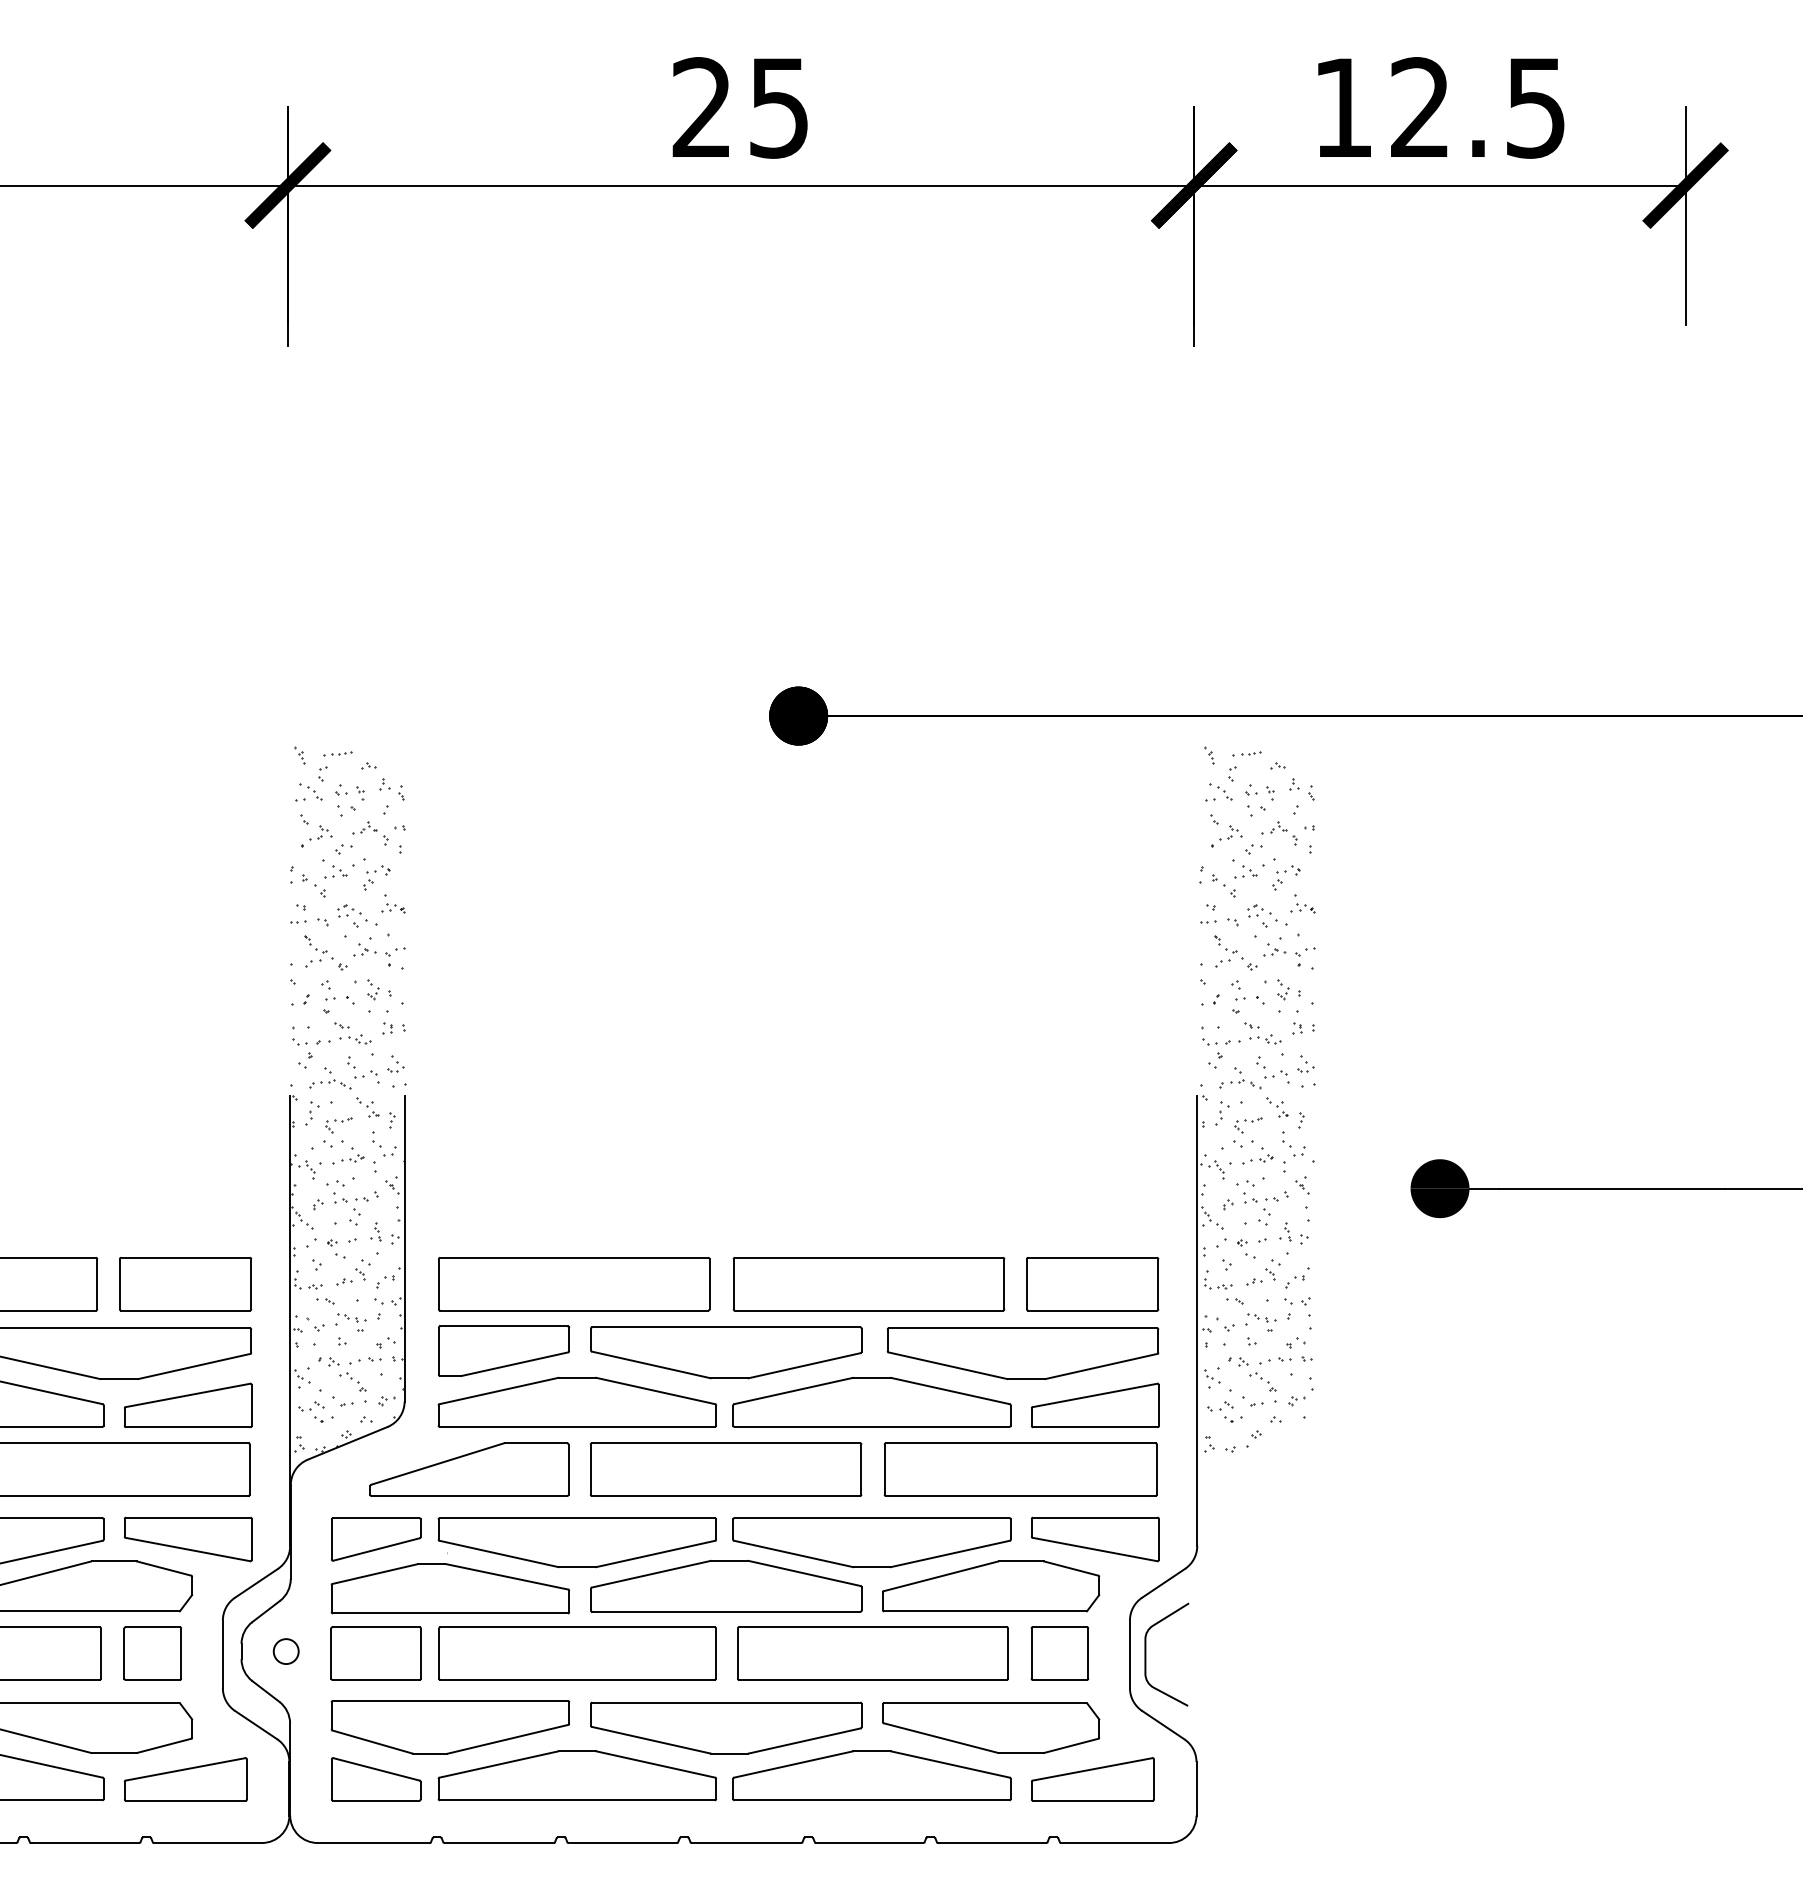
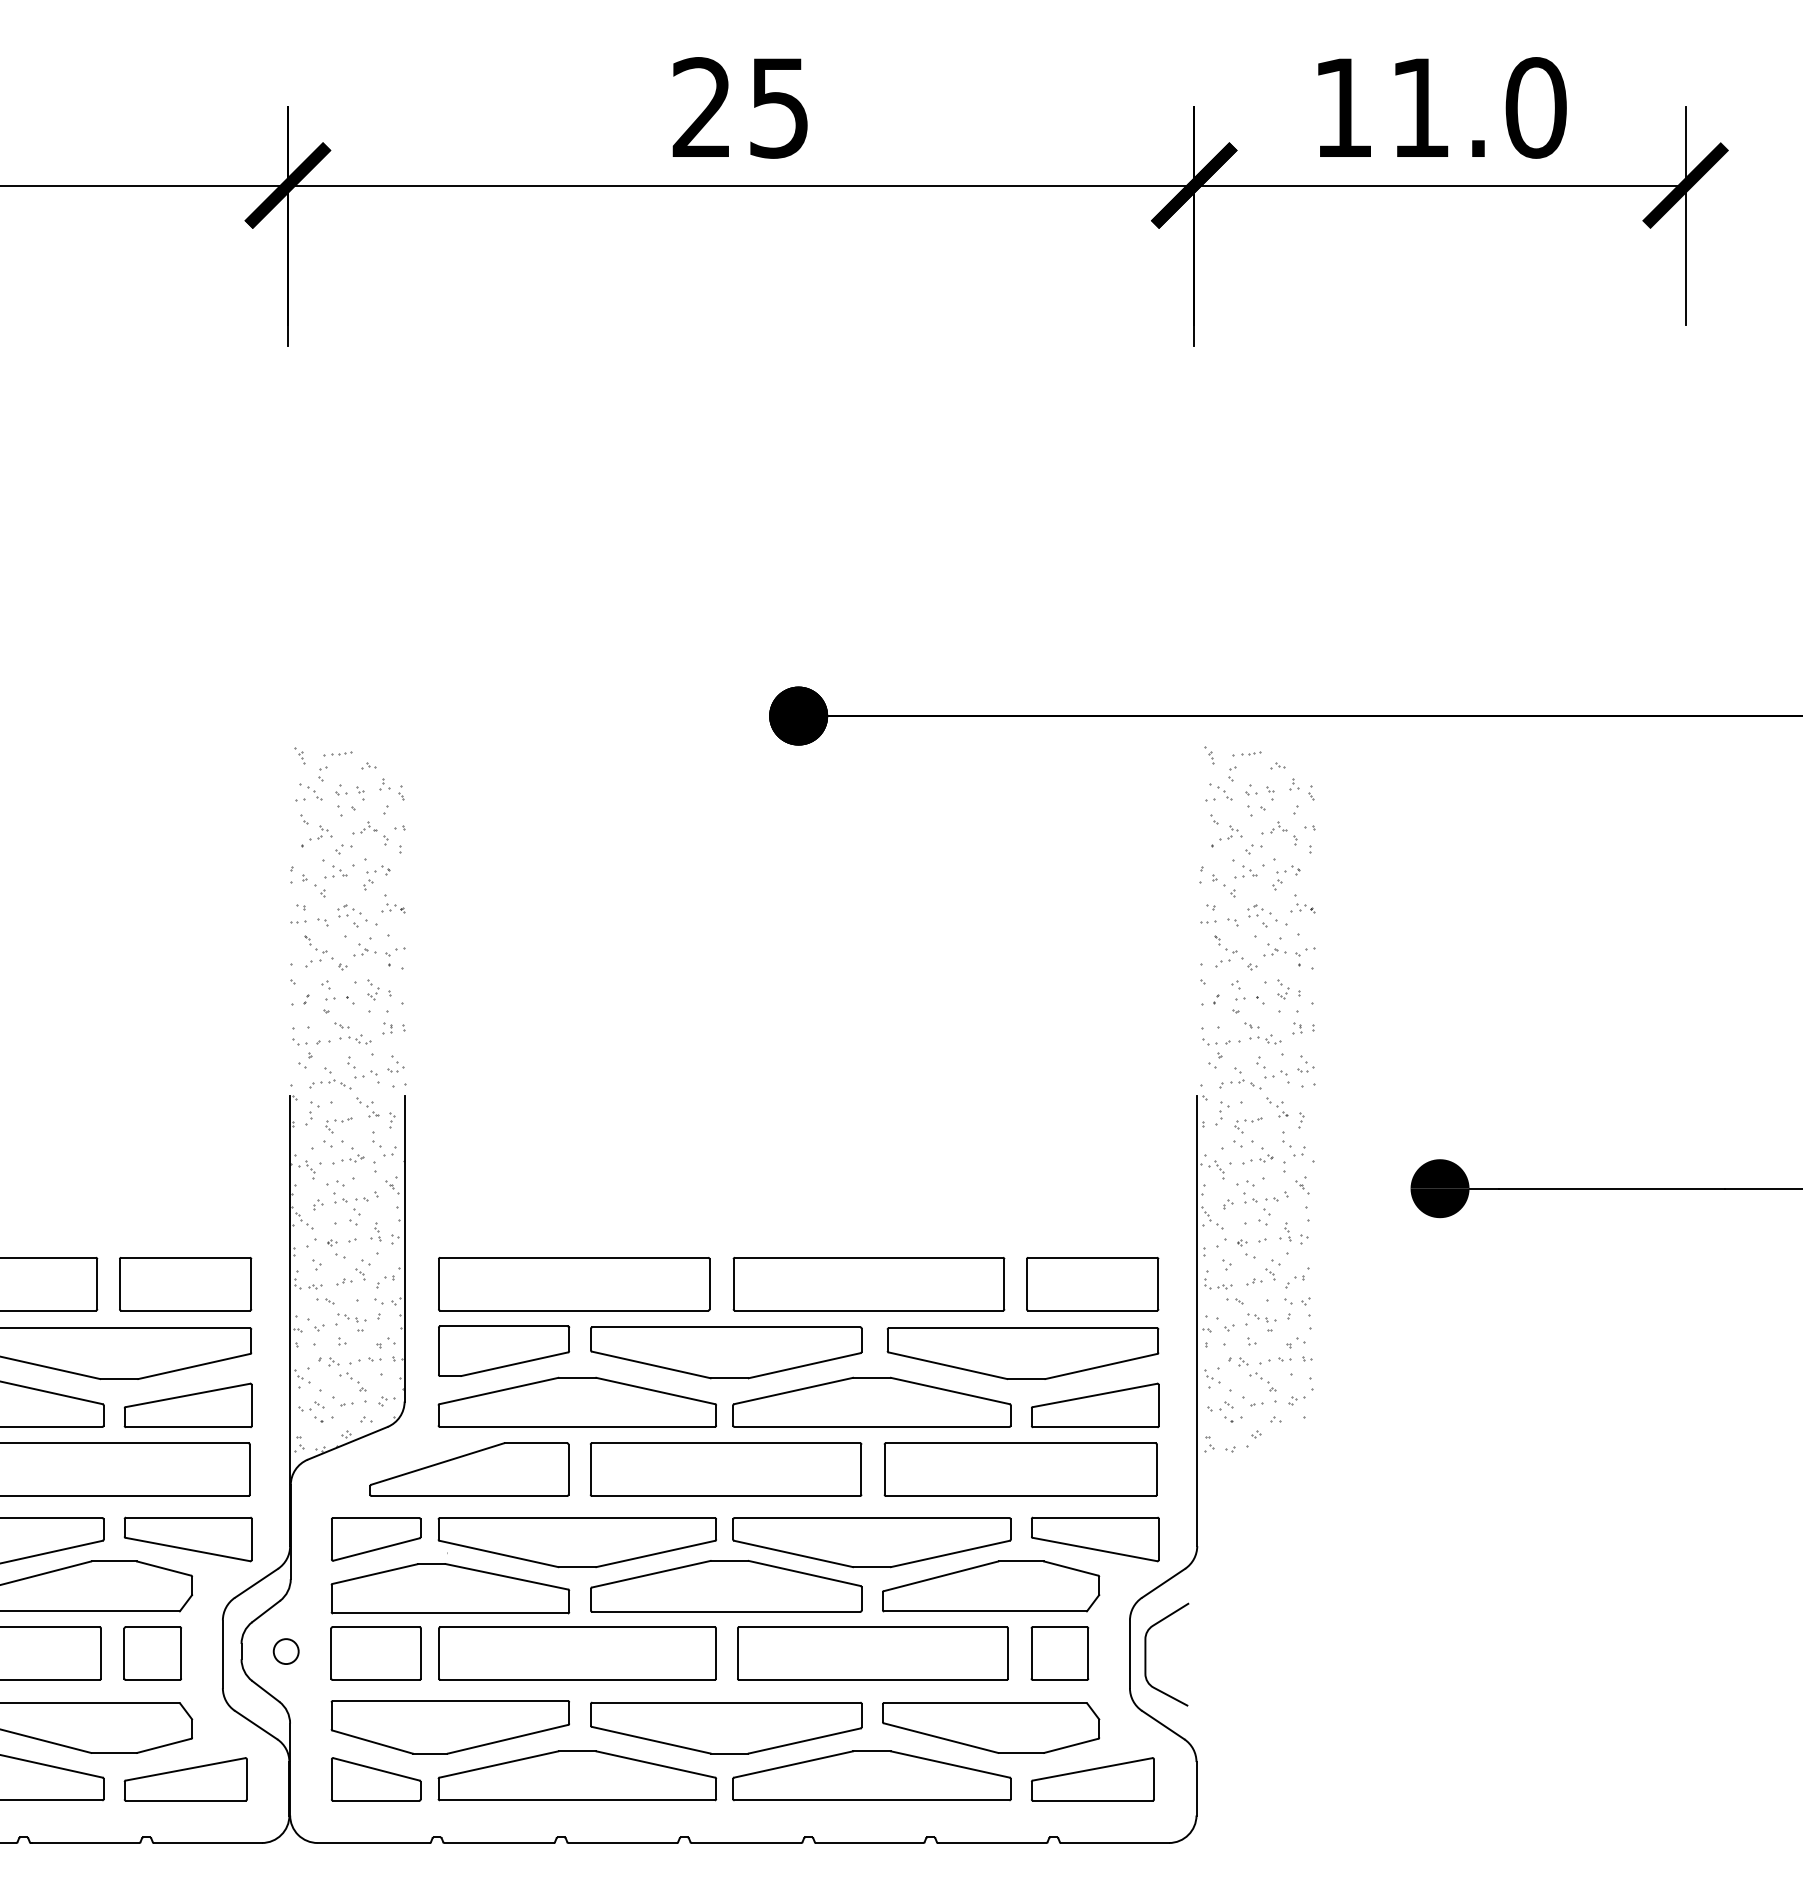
text at (1478, 107): 12.5 -> 11.0
hatch at (347, 1099): present -> none
hatch at (1257, 1099): present -> none
